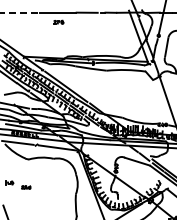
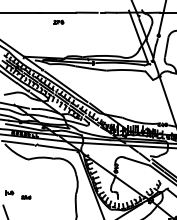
line at (20, 12): dashed -> solid
part at (18, 184) position: (18, 184) -> (18, 194)
